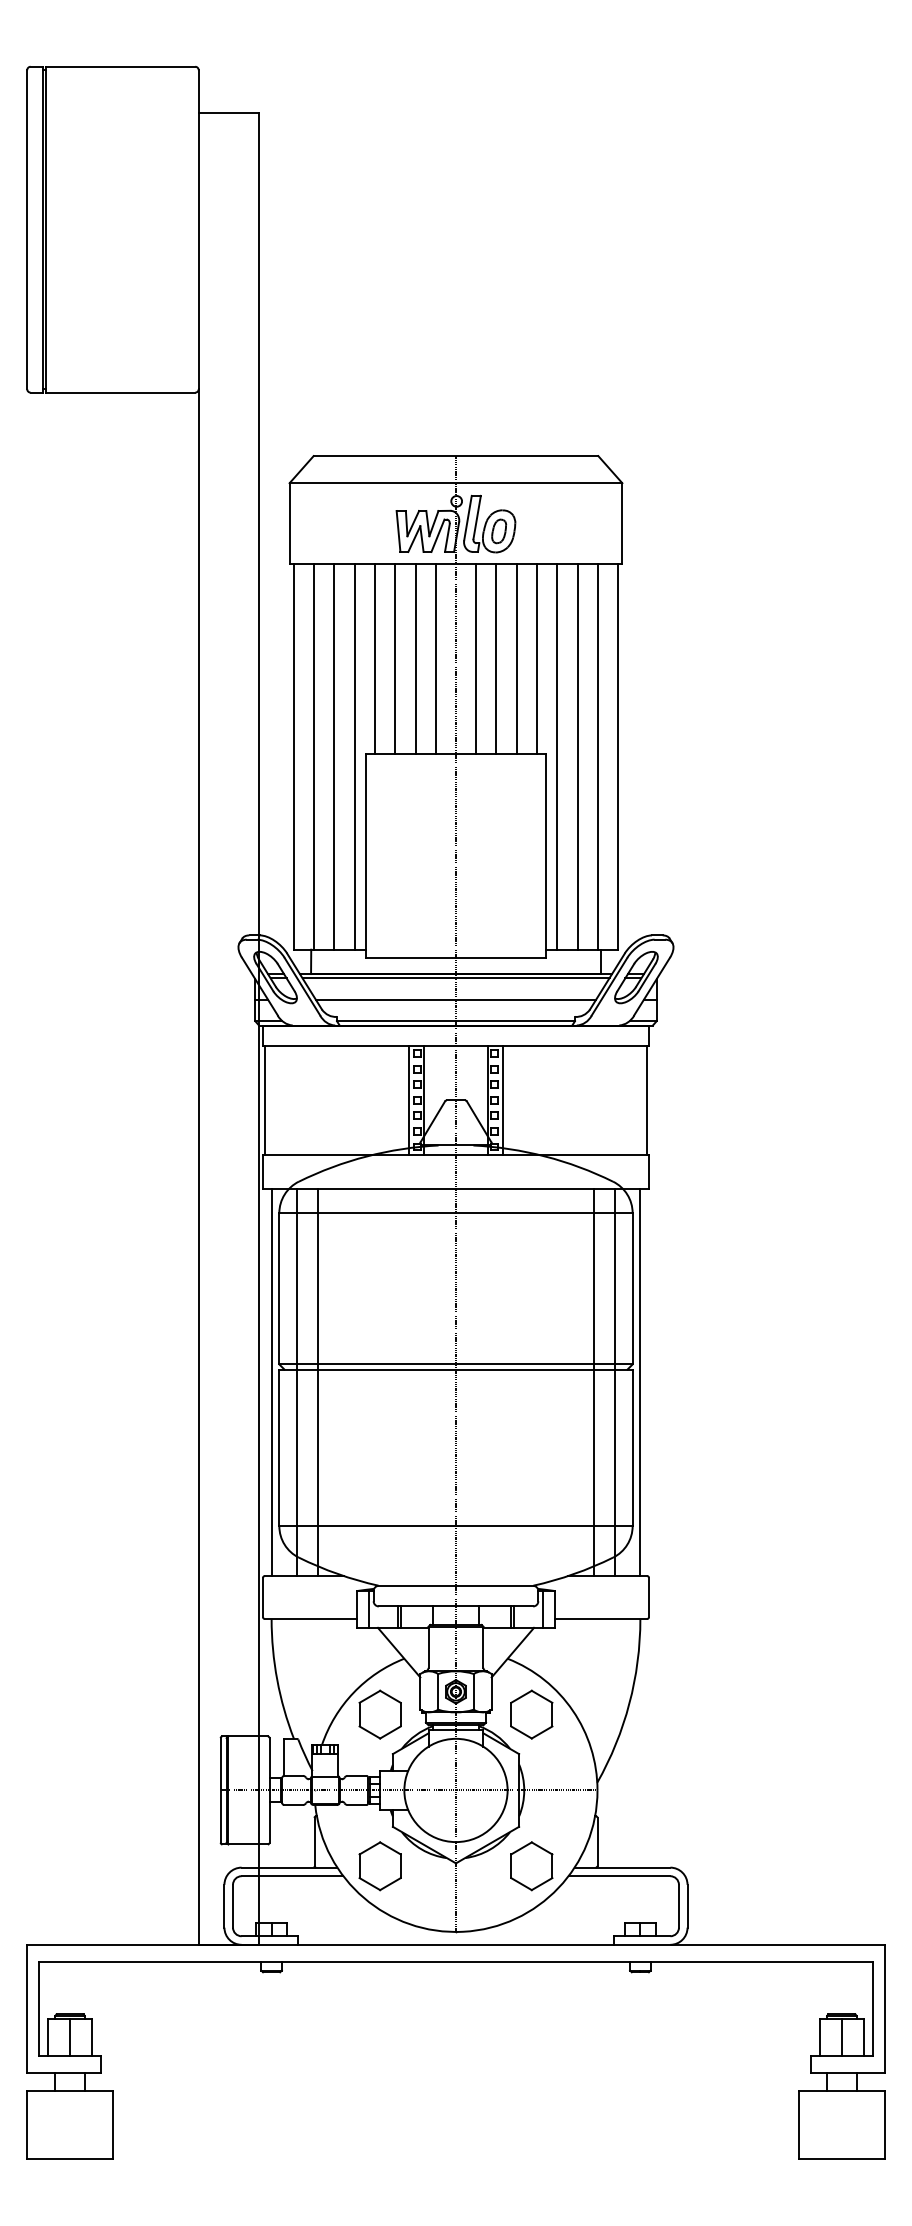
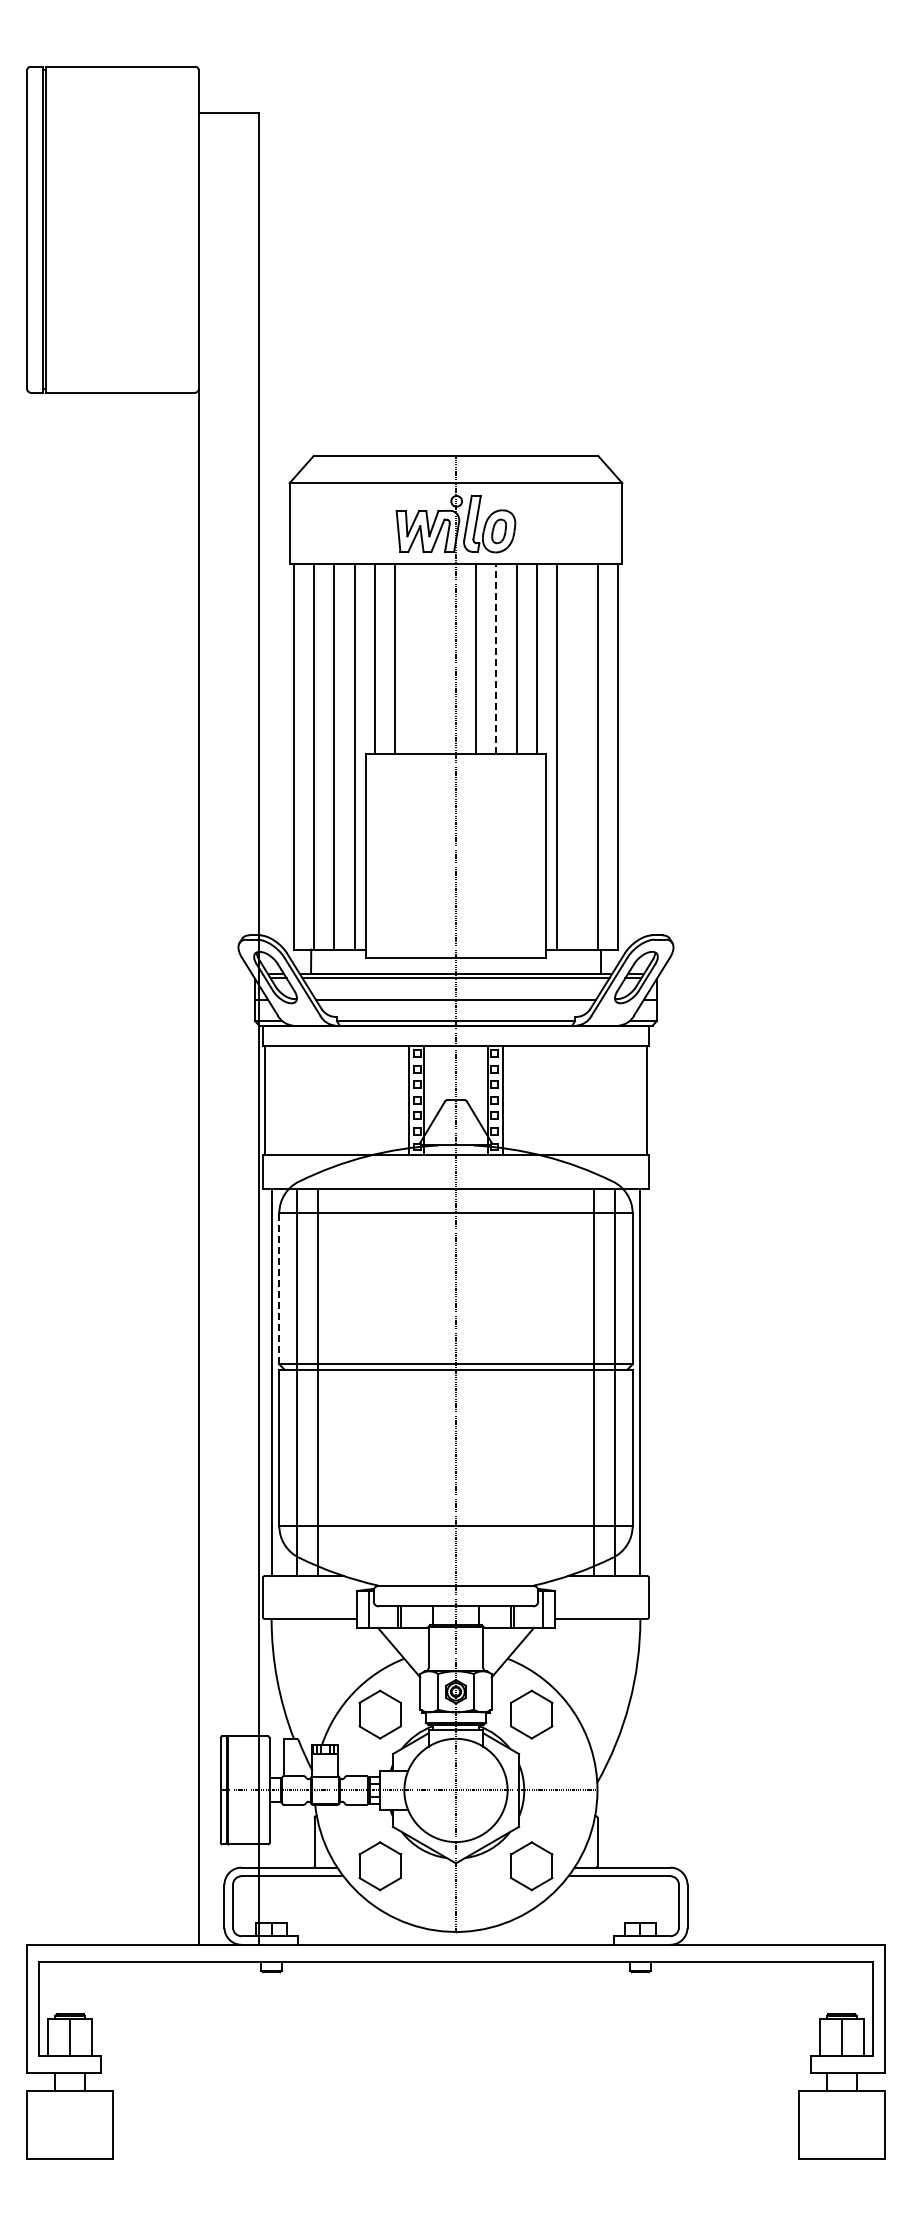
line at (415, 659): present -> none
line at (435, 659): present -> none
line at (496, 659): solid -> dashed
line at (577, 756): present -> none
line at (279, 1288): solid -> dashed
